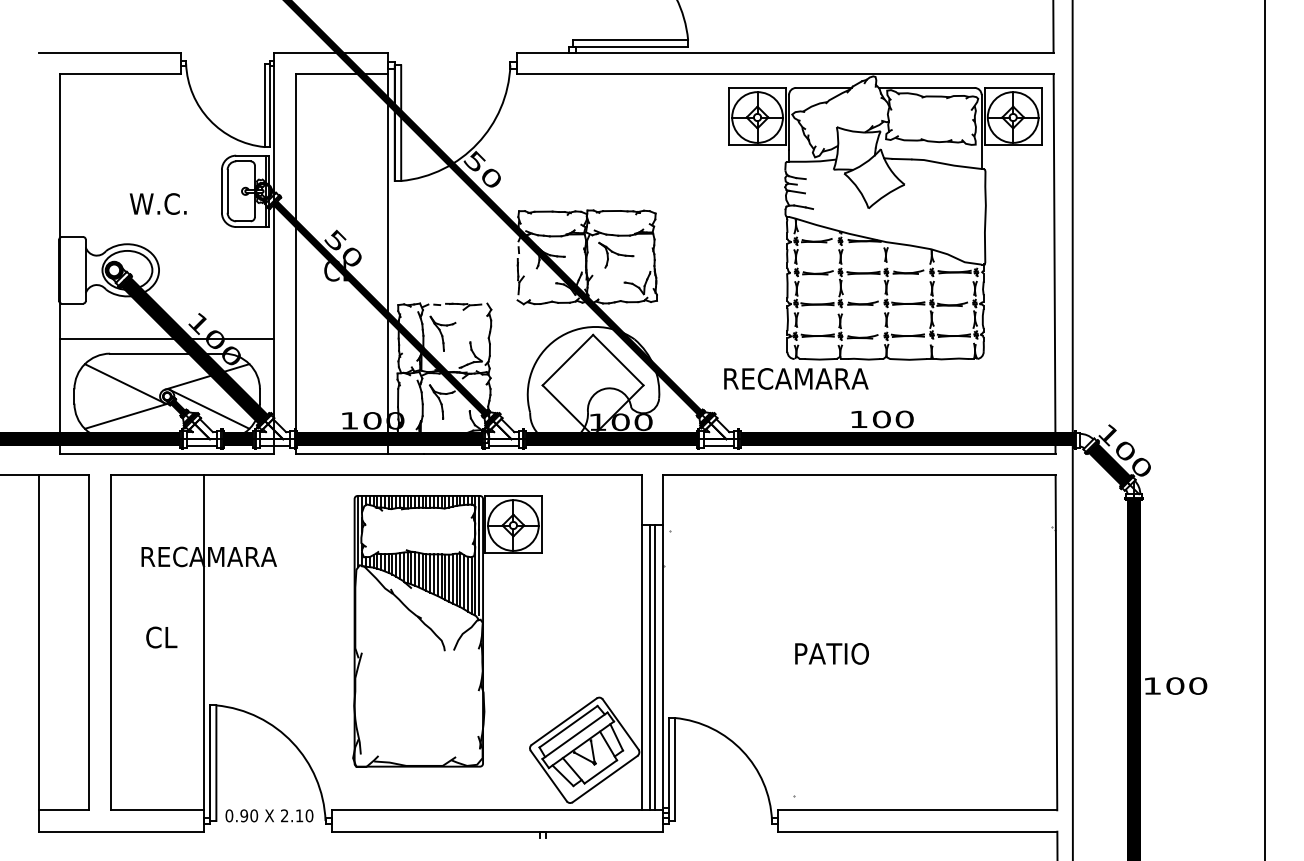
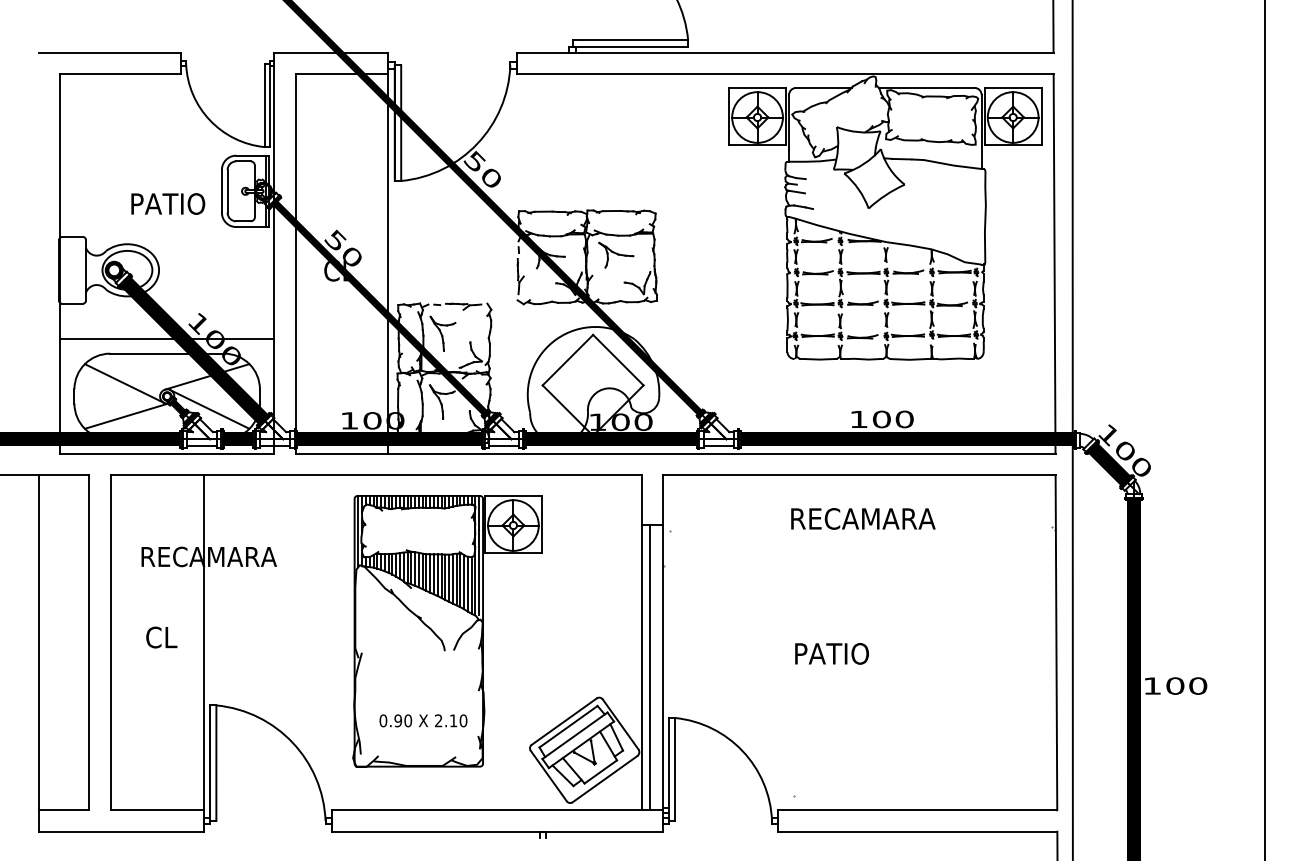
text at (167, 203): W.C. -> PATIO
text at (796, 378) position: (796, 378) -> (863, 518)
line at (654, 667): present -> none
text at (269, 815) position: (269, 815) -> (423, 720)
